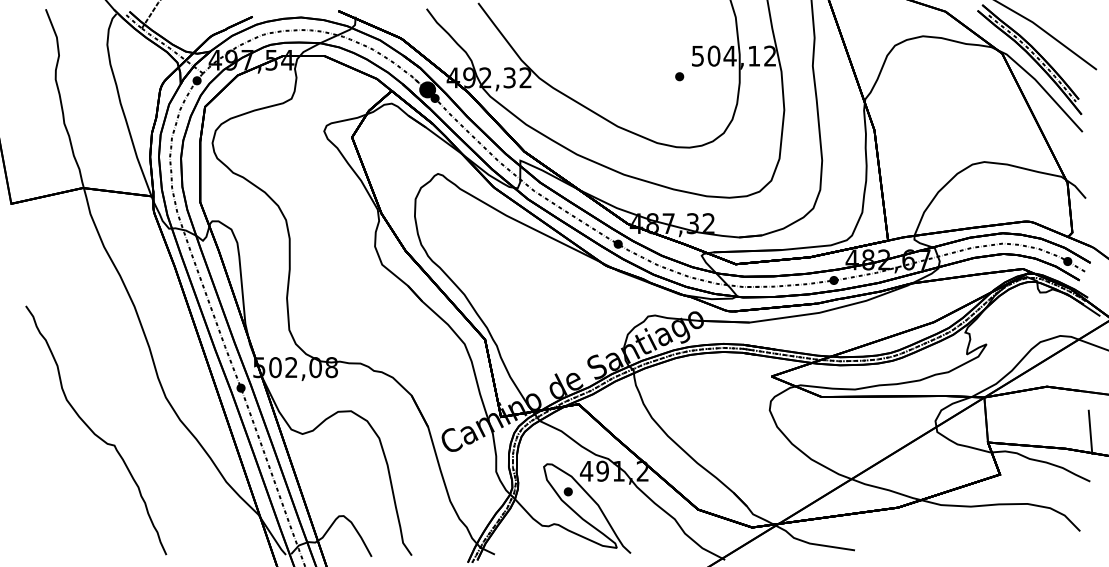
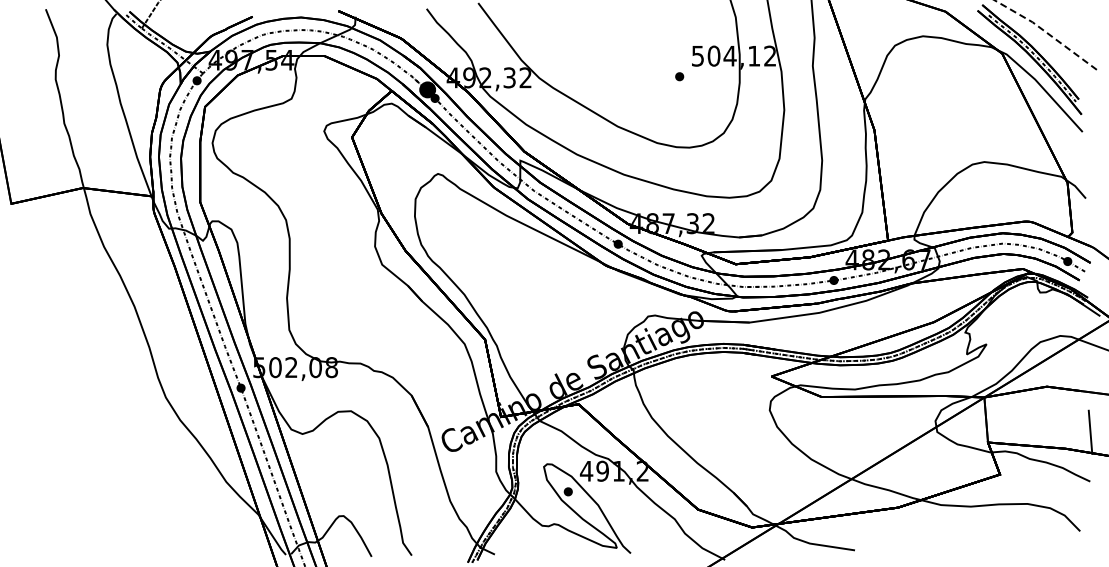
line at (1046, 32): solid -> dashed
curve at (94, 432): present -> none
